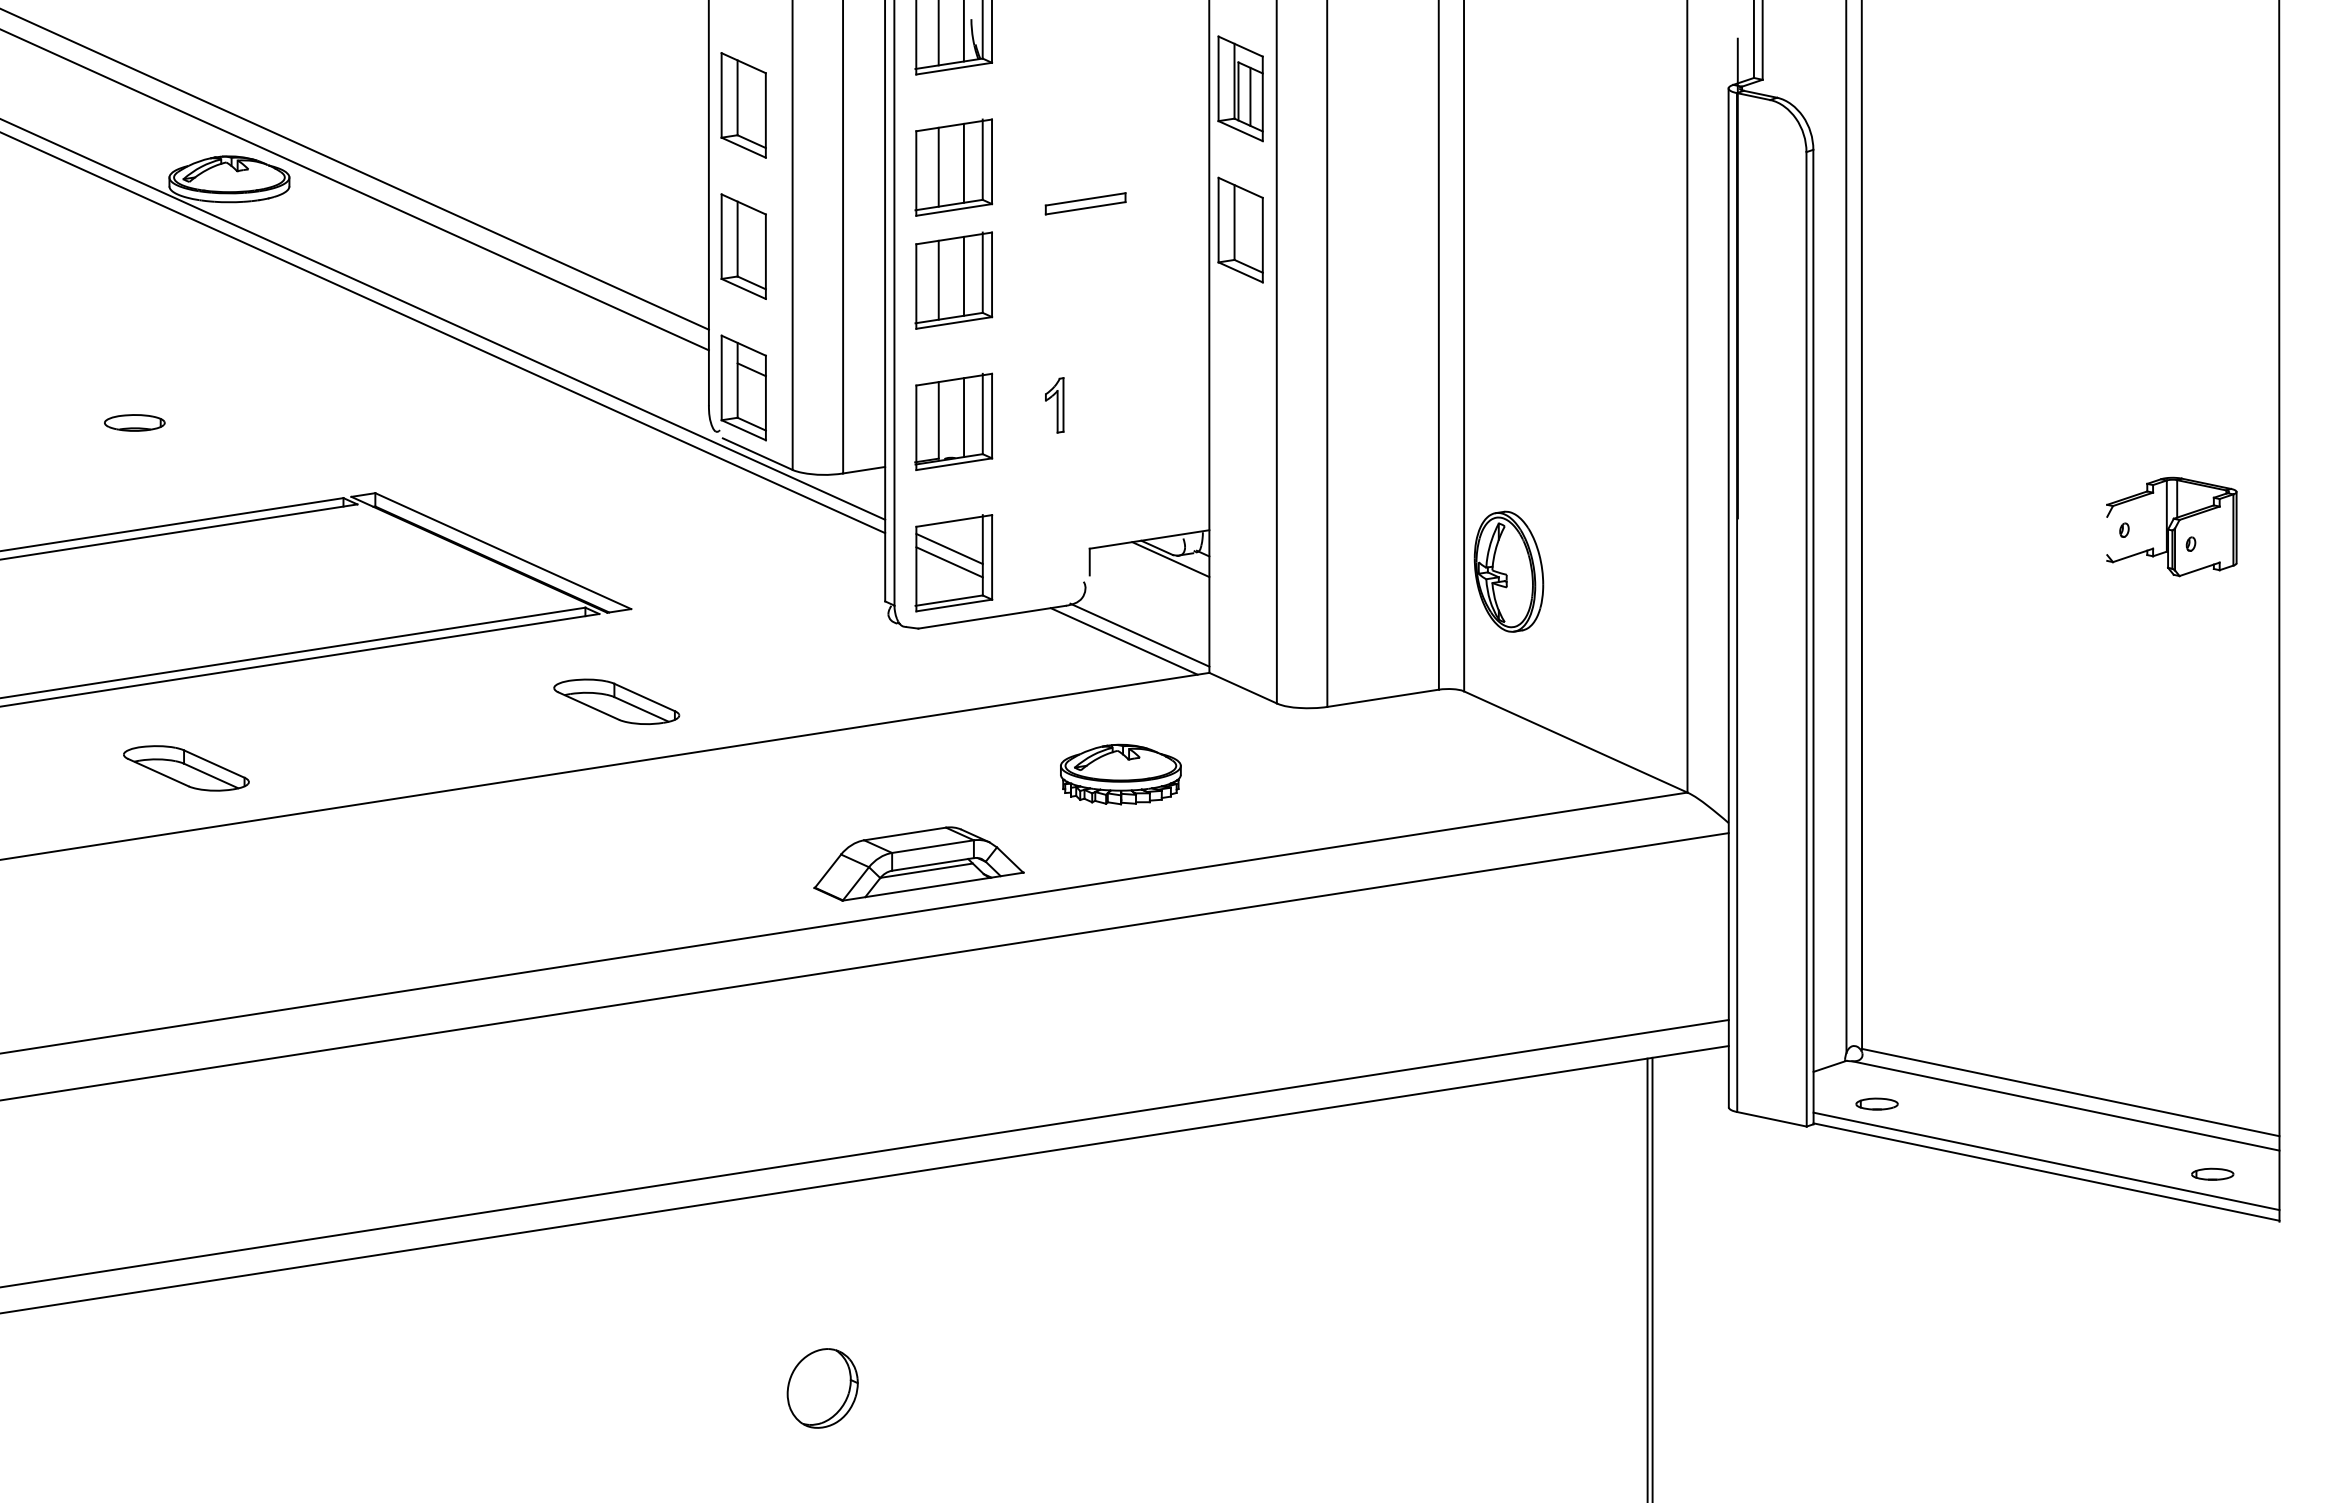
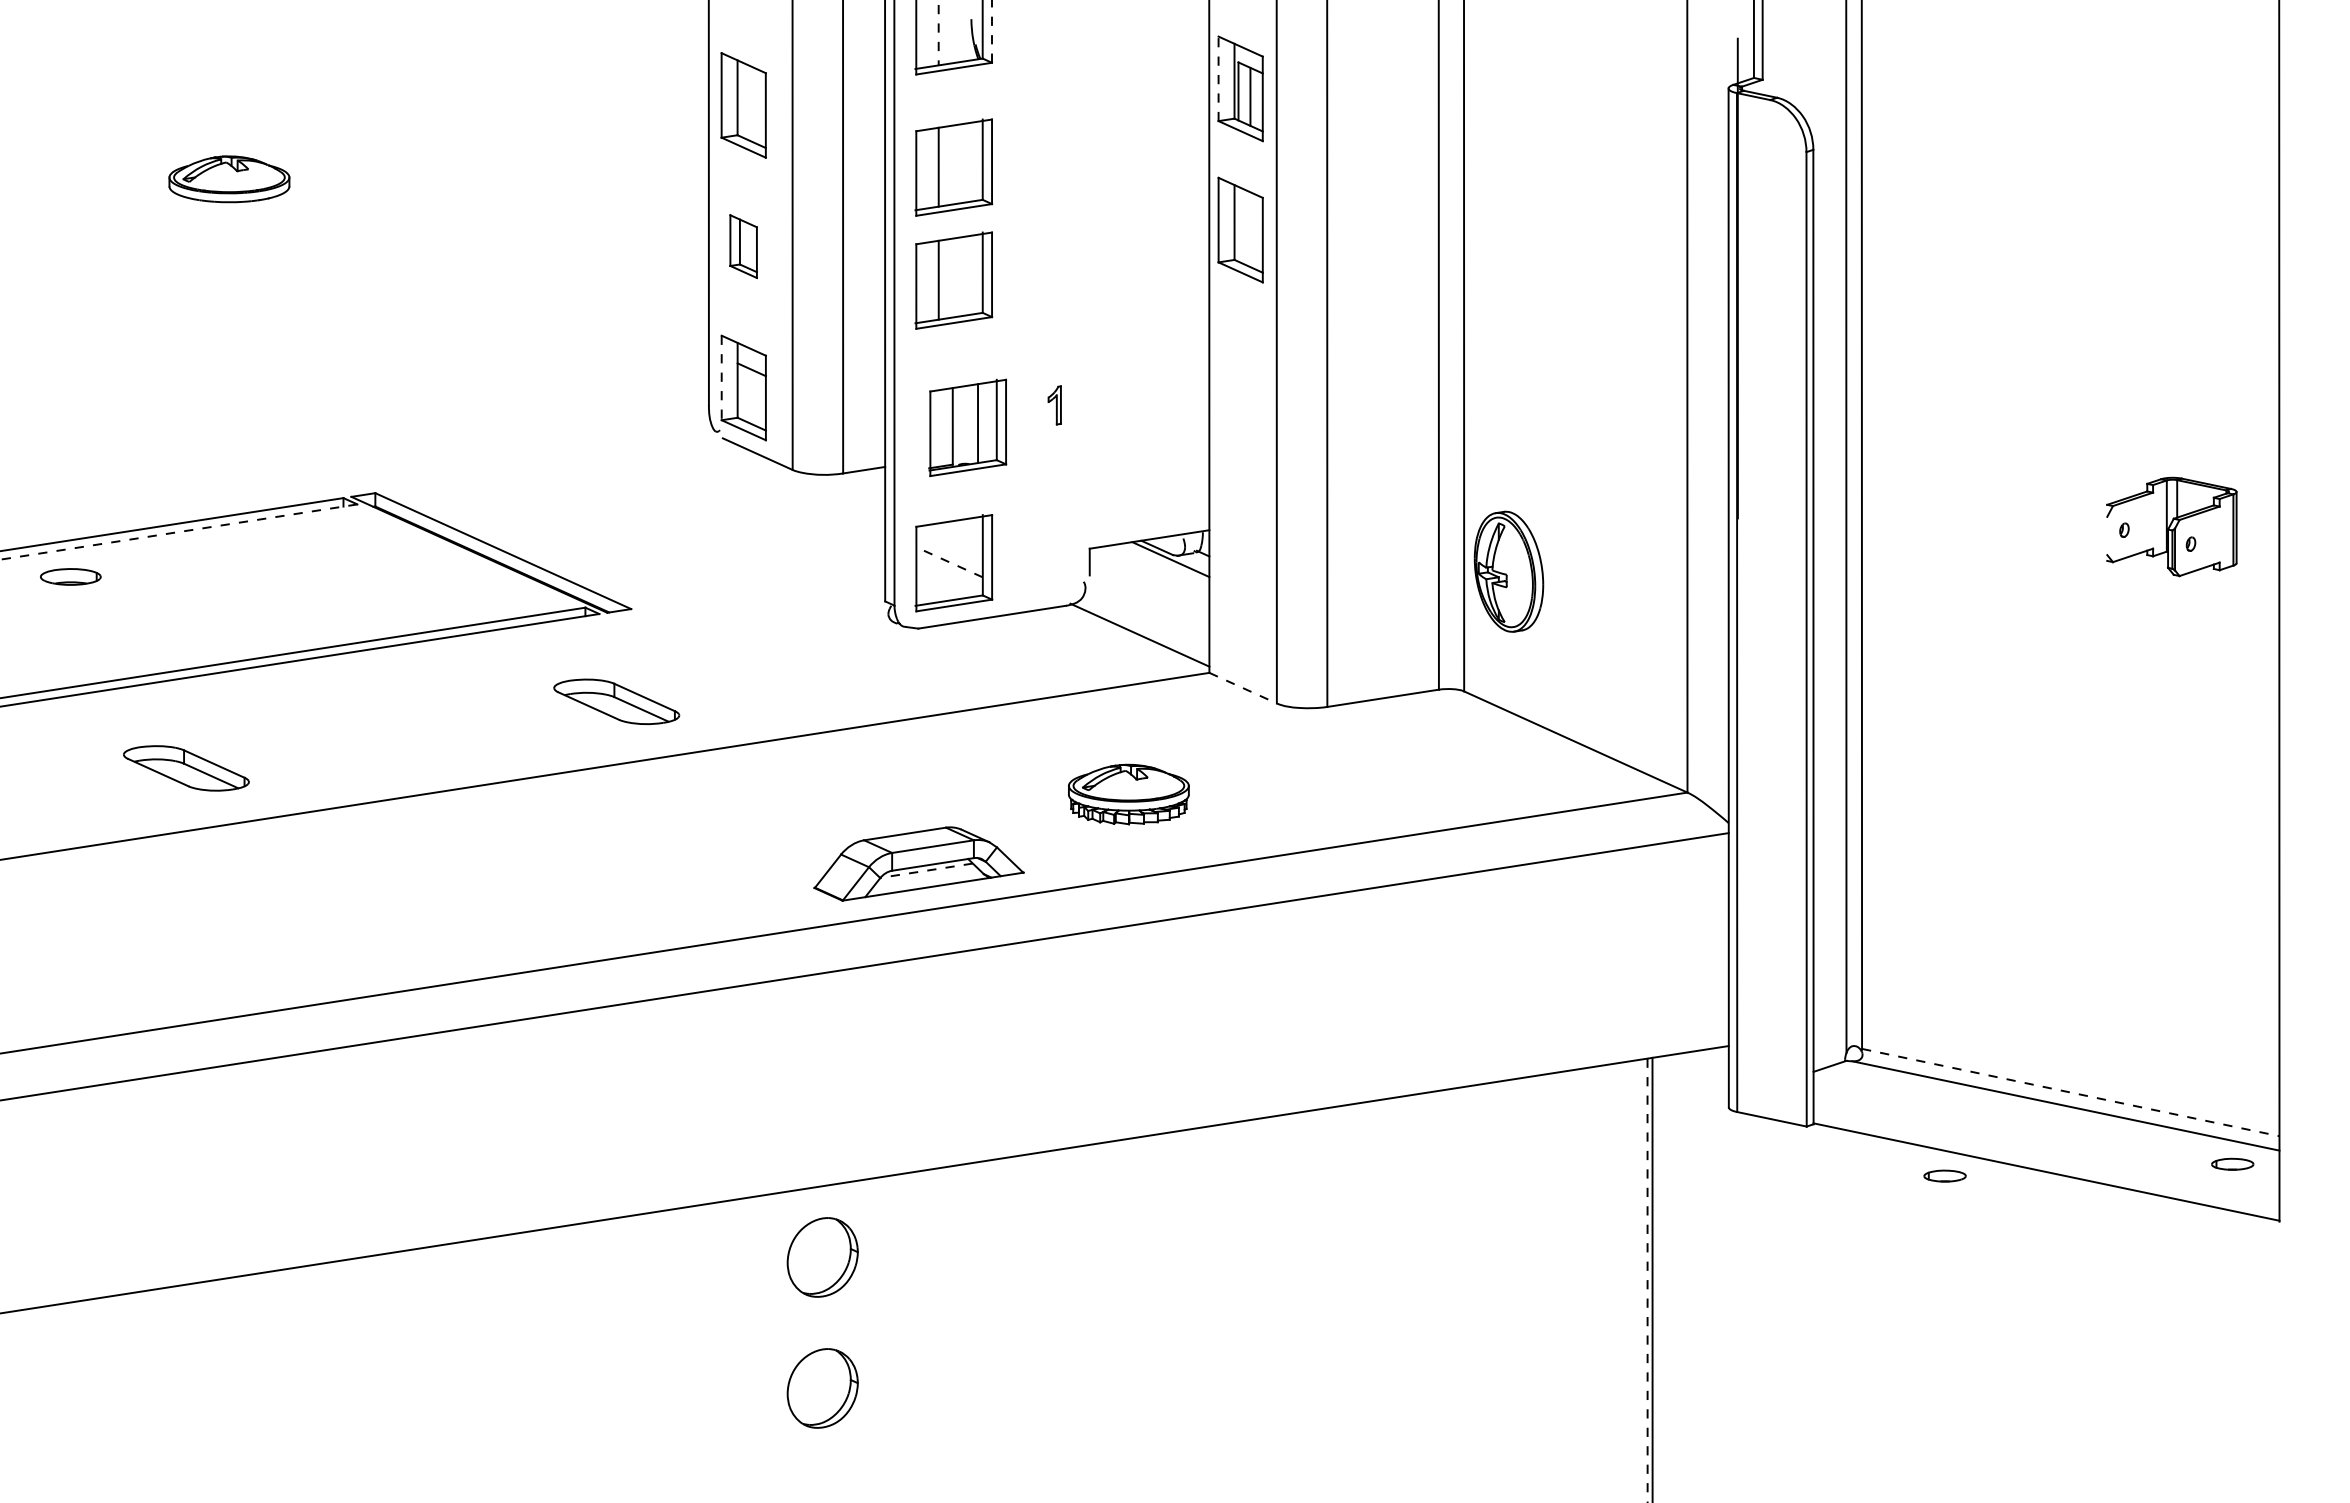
line at (992, 30): solid -> dashed
line at (963, 31): present -> none
line at (938, 33): solid -> dashed
line at (1218, 78): solid -> dashed
line at (963, 162): present -> none
line at (355, 169): present -> none
line at (355, 190): present -> none
part at (1085, 203): present -> none
part at (743, 246) size: 47x107 px -> 29x65 px
line at (963, 275): present -> none
line at (443, 319): present -> none
line at (443, 333): present -> none
line at (721, 378): solid -> dashed
part at (1054, 405) size: 20x57 px -> 15x41 px
part at (953, 421) position: (953, 421) -> (967, 427)
part at (134, 422) position: (134, 422) -> (70, 576)
line at (178, 532): solid -> dashed
line at (949, 548): present -> none
line at (949, 562): solid -> dashed
line at (1123, 641): present -> none
line at (1243, 688): solid -> dashed
part at (1120, 774) position: (1120, 774) -> (1128, 794)
line at (926, 870): solid -> dashed
line at (2071, 1092): solid -> dashed
part at (1876, 1103) position: (1876, 1103) -> (1944, 1175)
line at (865, 1153): present -> none
line at (2046, 1161): present -> none
part at (2212, 1173) position: (2212, 1173) -> (2232, 1163)
part at (822, 1257): none -> present
line at (1647, 1281): solid -> dashed
